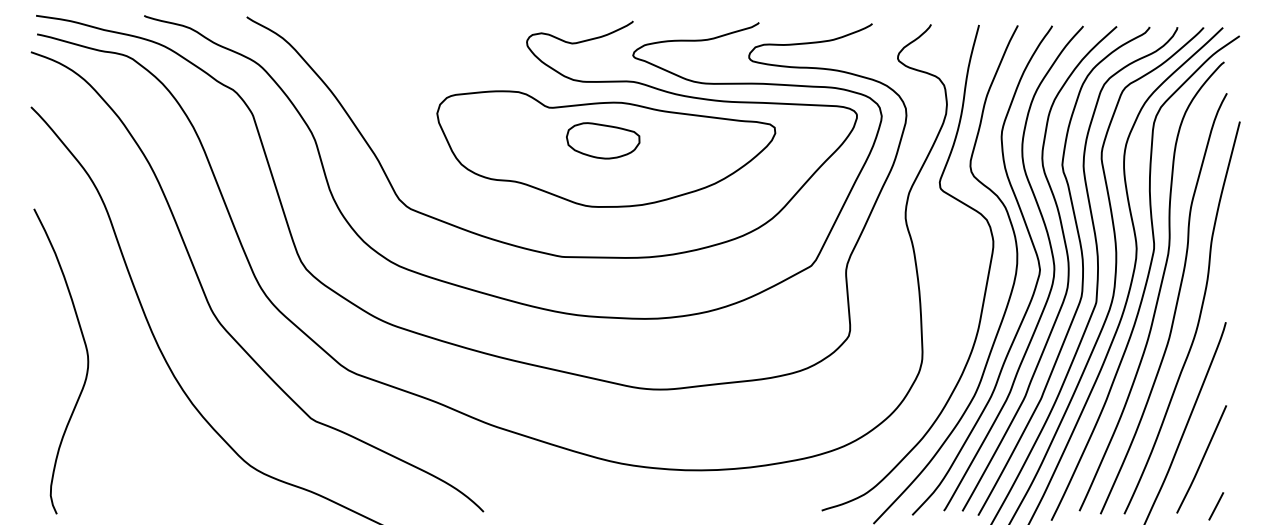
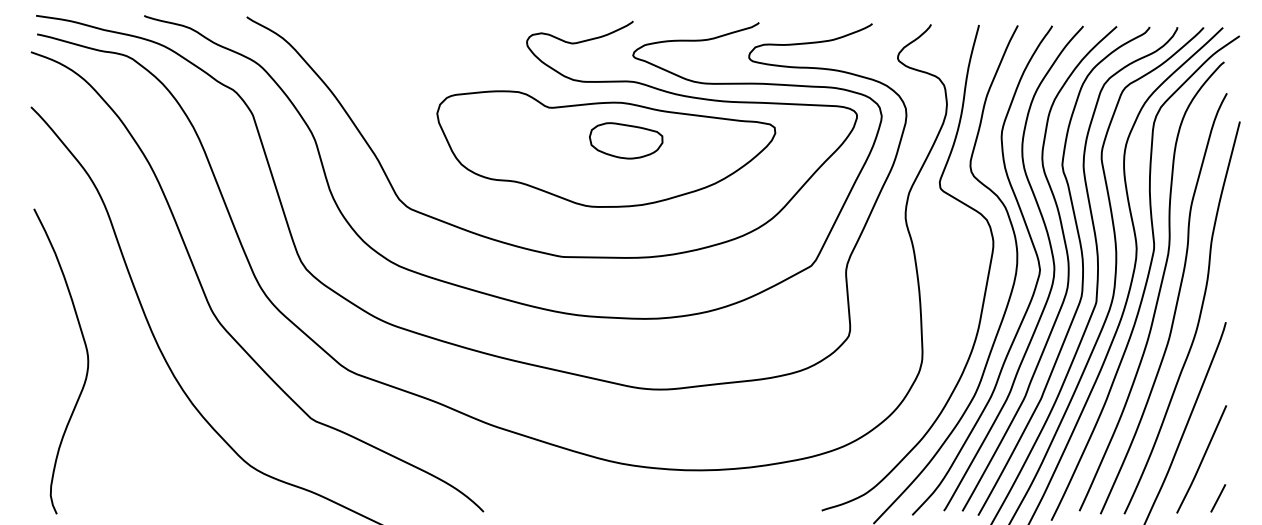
part at (603, 140) position: (603, 140) -> (626, 140)
line at (1216, 506) position: (1216, 506) -> (1218, 498)
